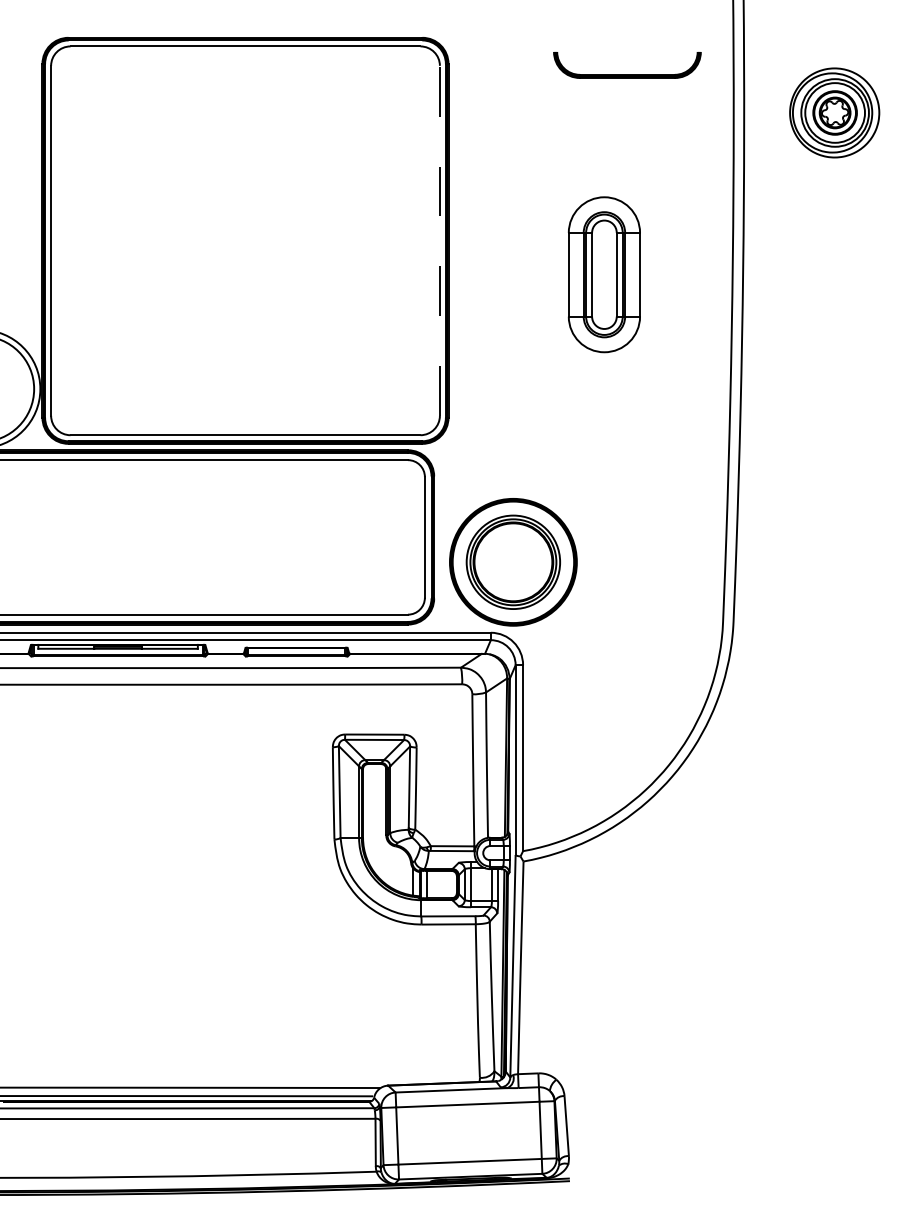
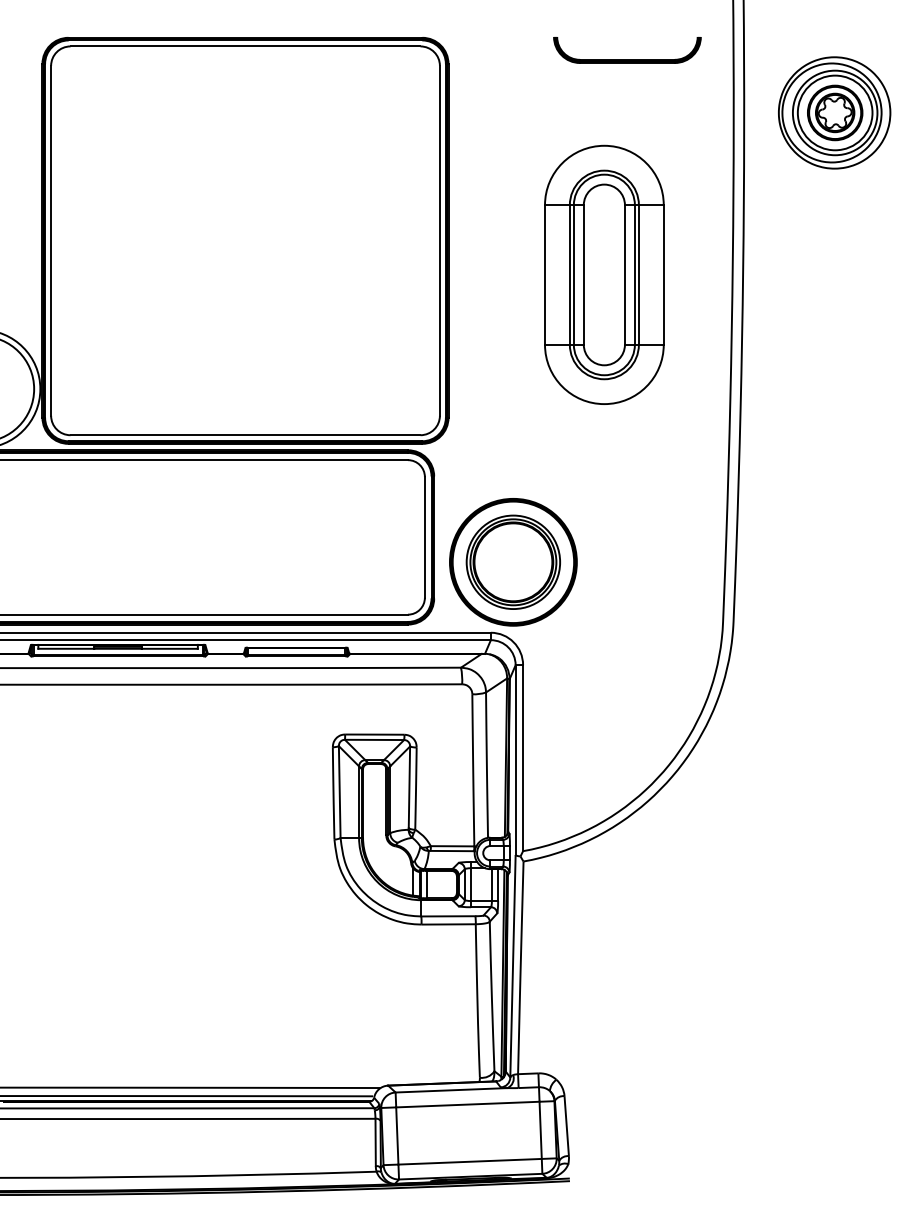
part at (627, 74) position: (627, 74) -> (627, 59)
part at (834, 112) size: 92x92 px -> 114x114 px
line at (439, 240): dashed -> solid
part at (603, 274) size: 74x158 px -> 121x261 px
